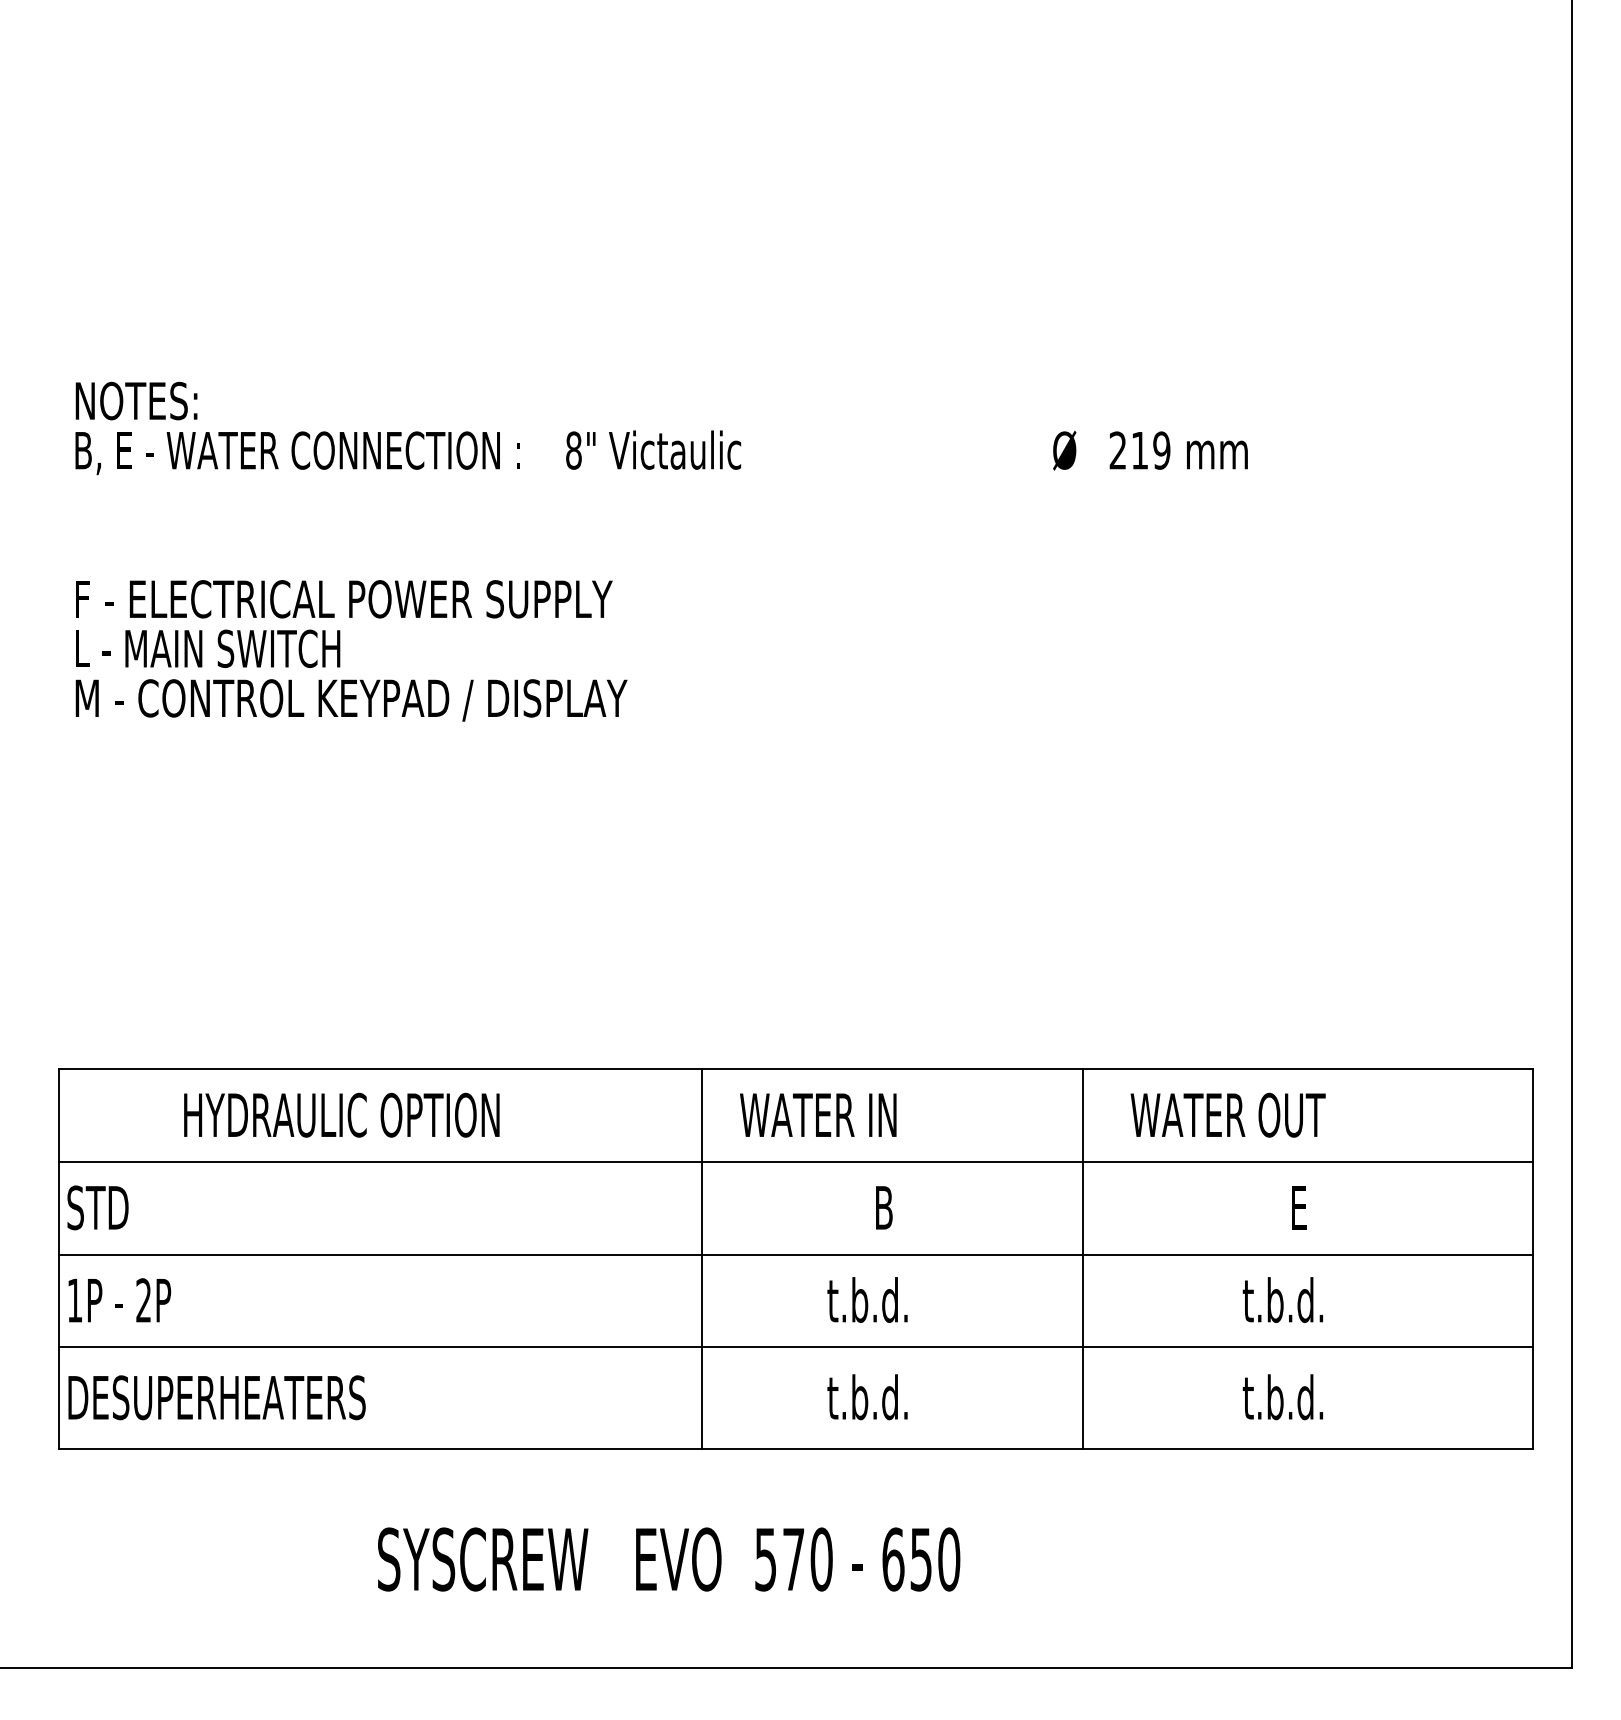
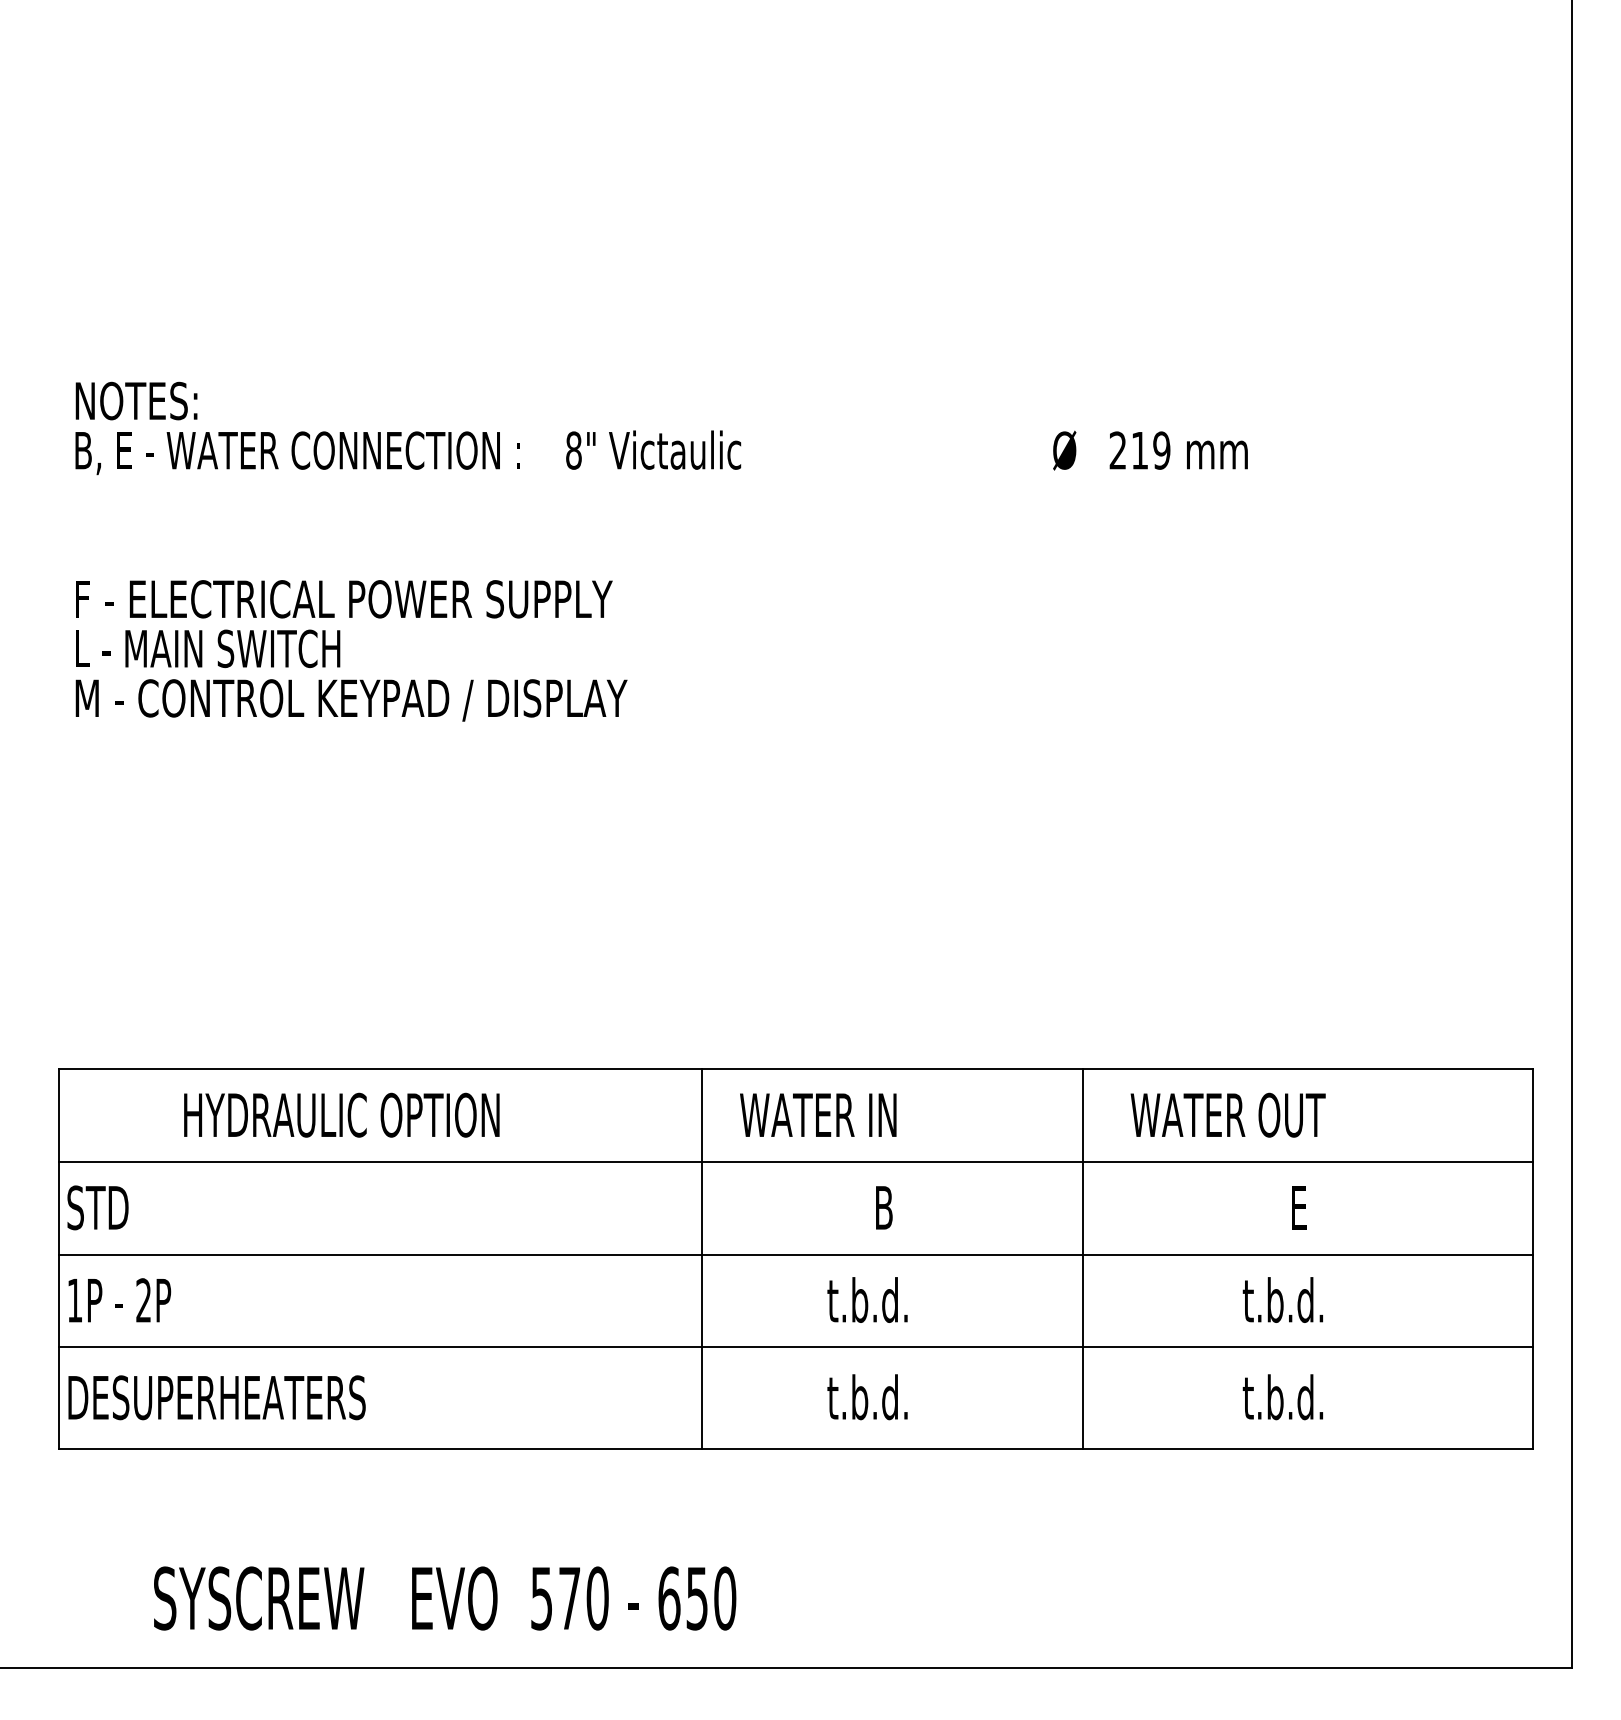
text at (669, 1559) position: (669, 1559) -> (445, 1598)
